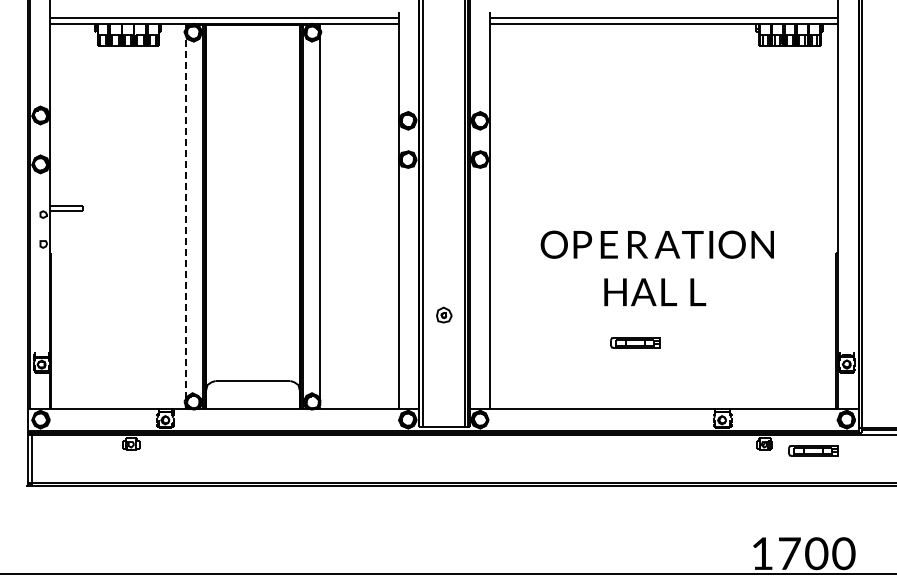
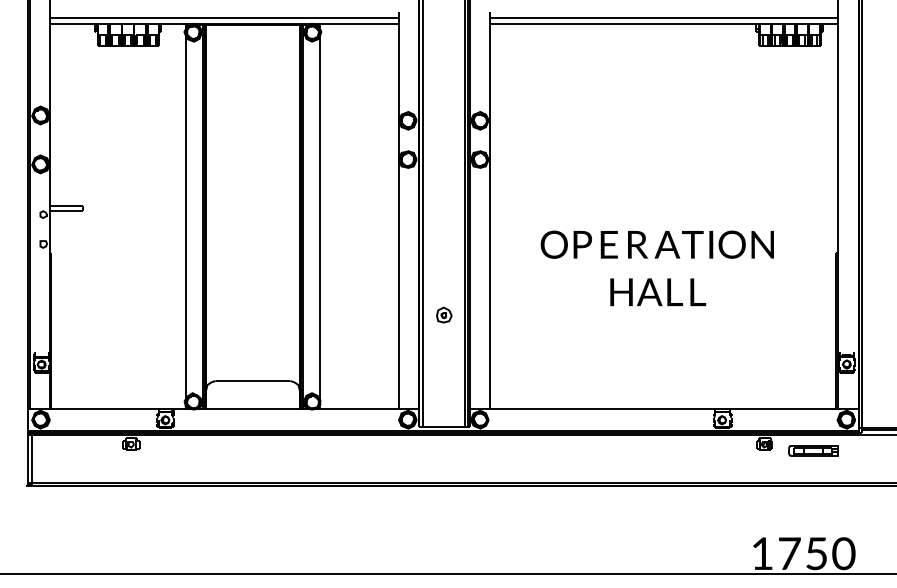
line at (185, 216): dashed -> solid
text at (640, 292) position: (640, 292) -> (646, 292)
part at (635, 342): present -> none
text at (816, 553): 0 -> 5
